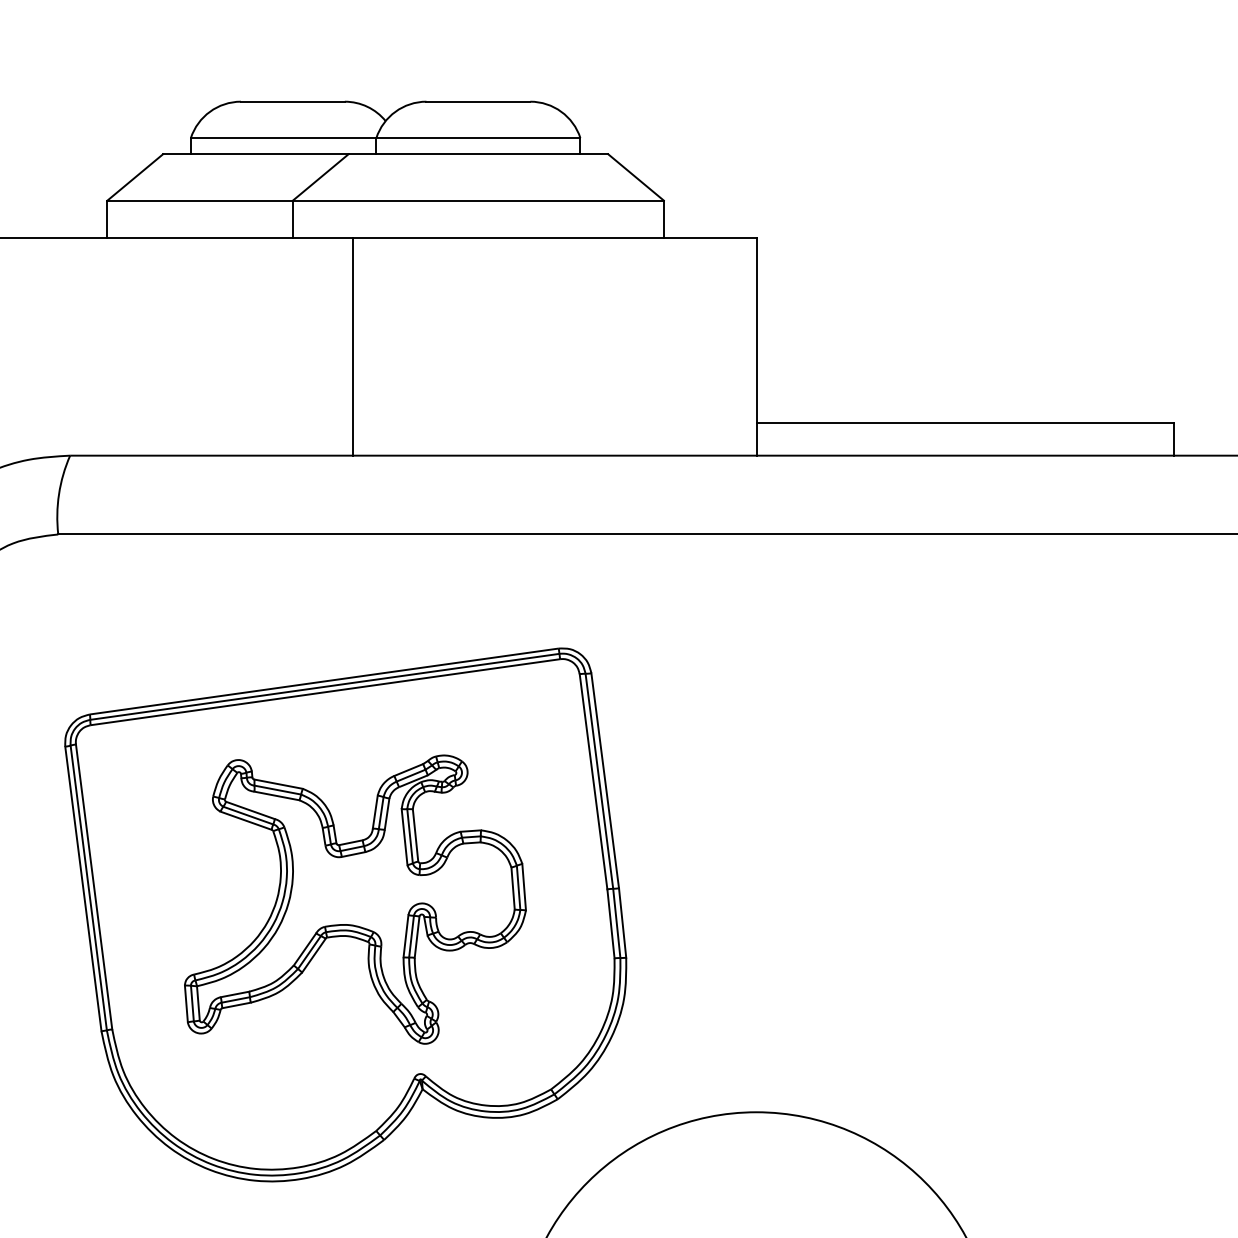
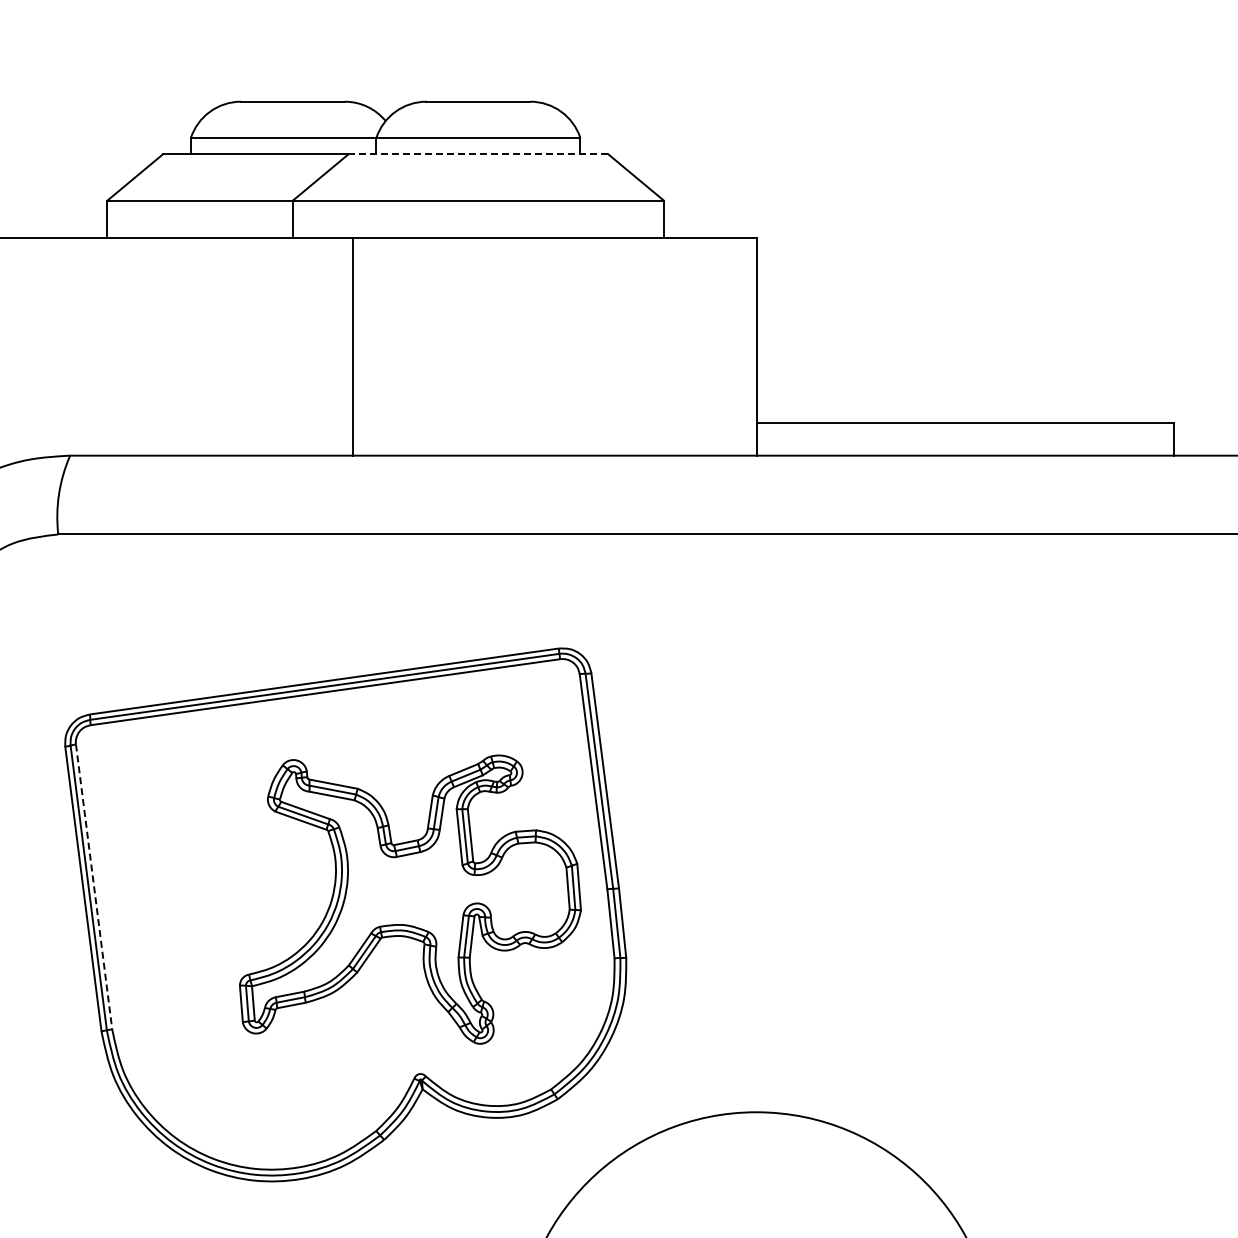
line at (478, 154): solid -> dashed
line at (94, 886): solid -> dashed
part at (355, 899) position: (355, 899) -> (410, 899)
